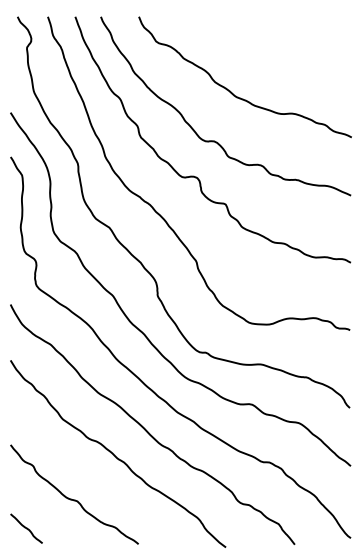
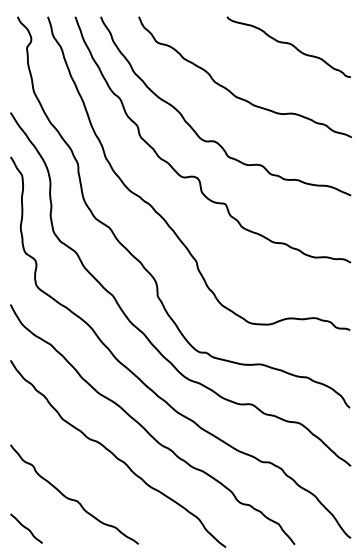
curve at (288, 44): none -> present
